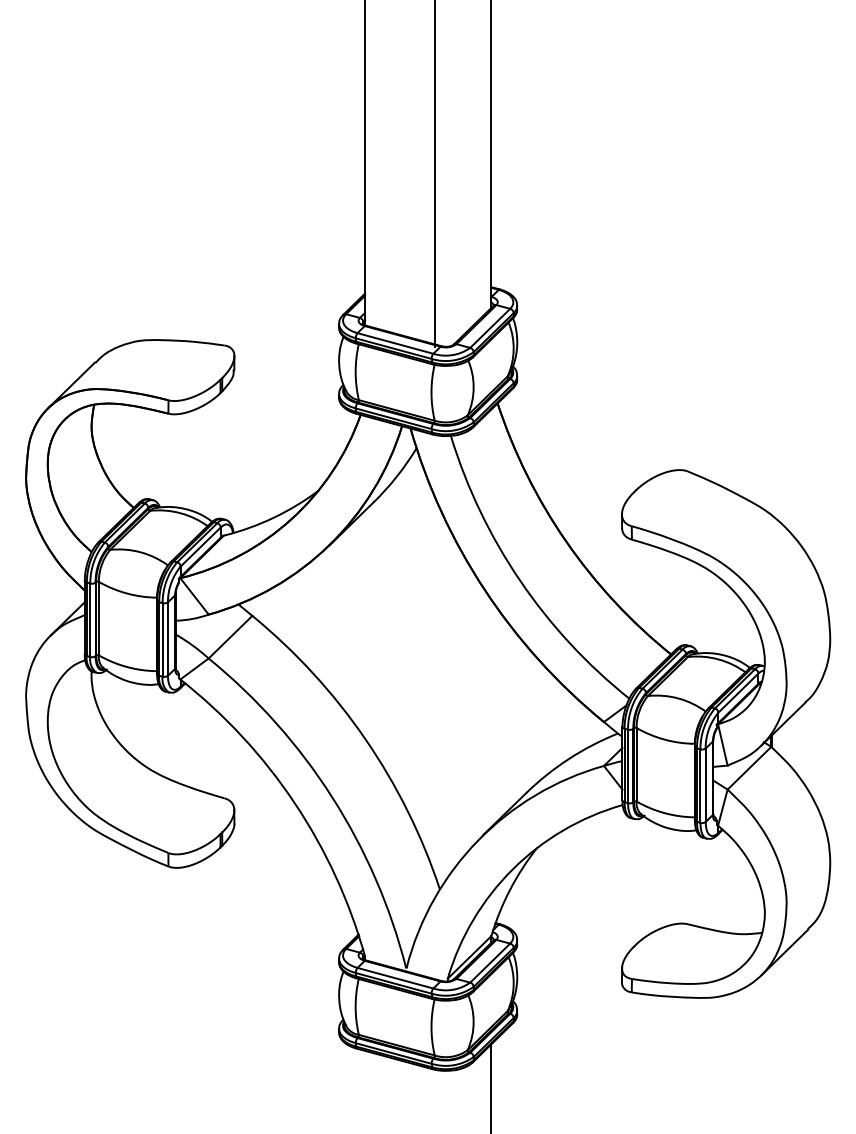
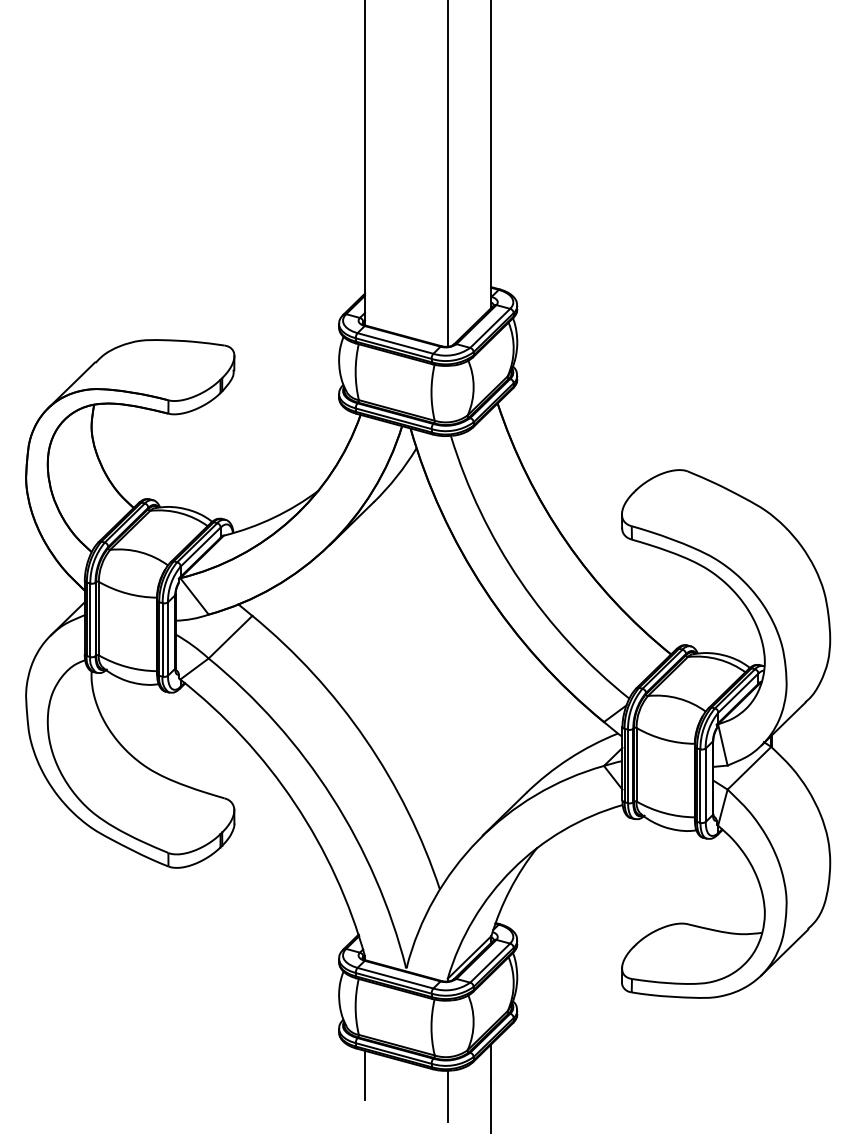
line at (434, 174) position: (434, 174) -> (447, 174)
line at (365, 1074): none -> present
line at (447, 1096): none -> present
